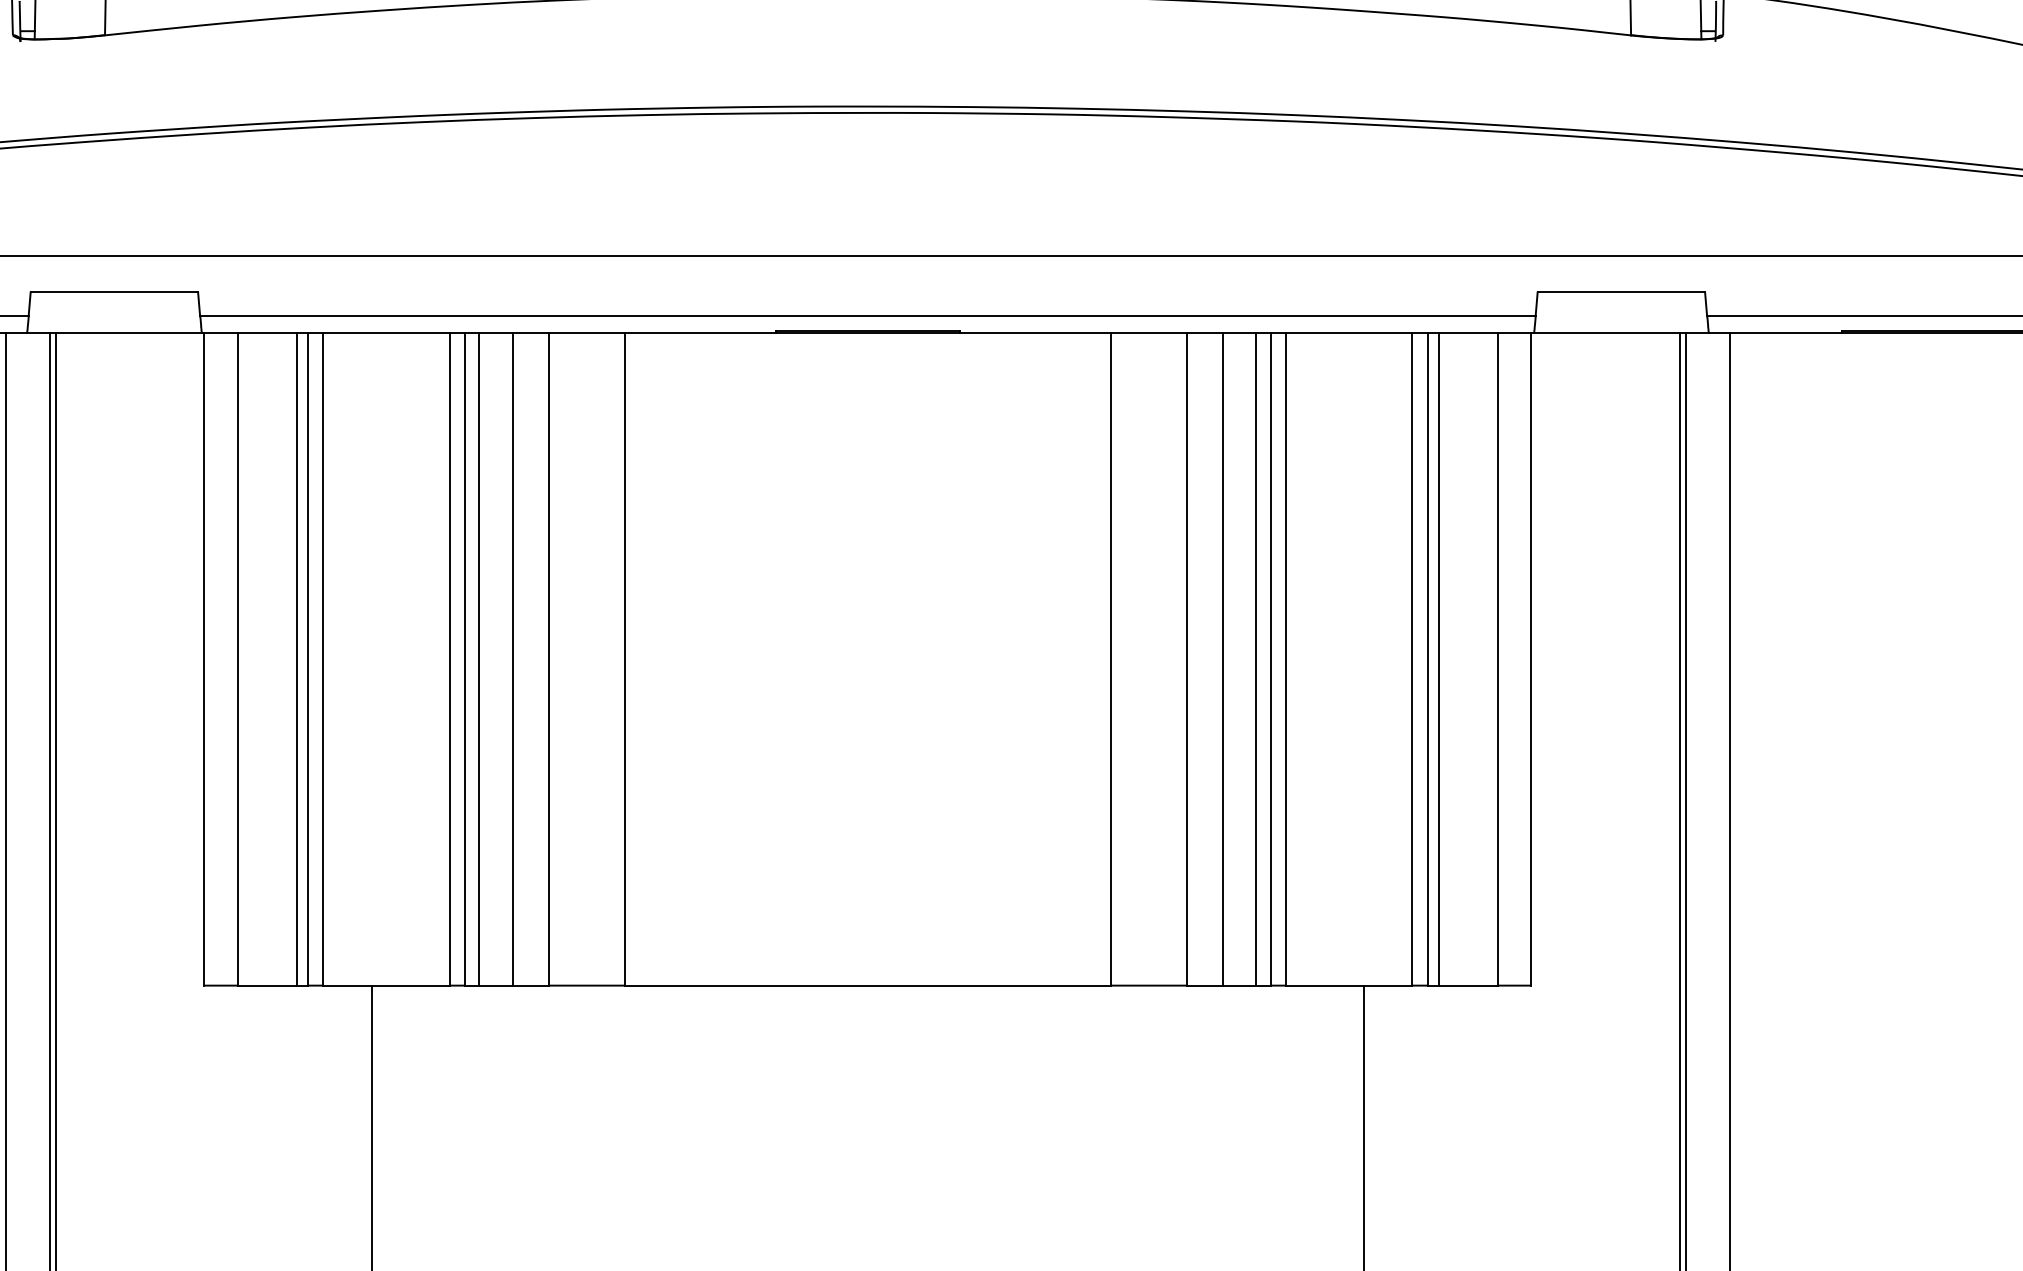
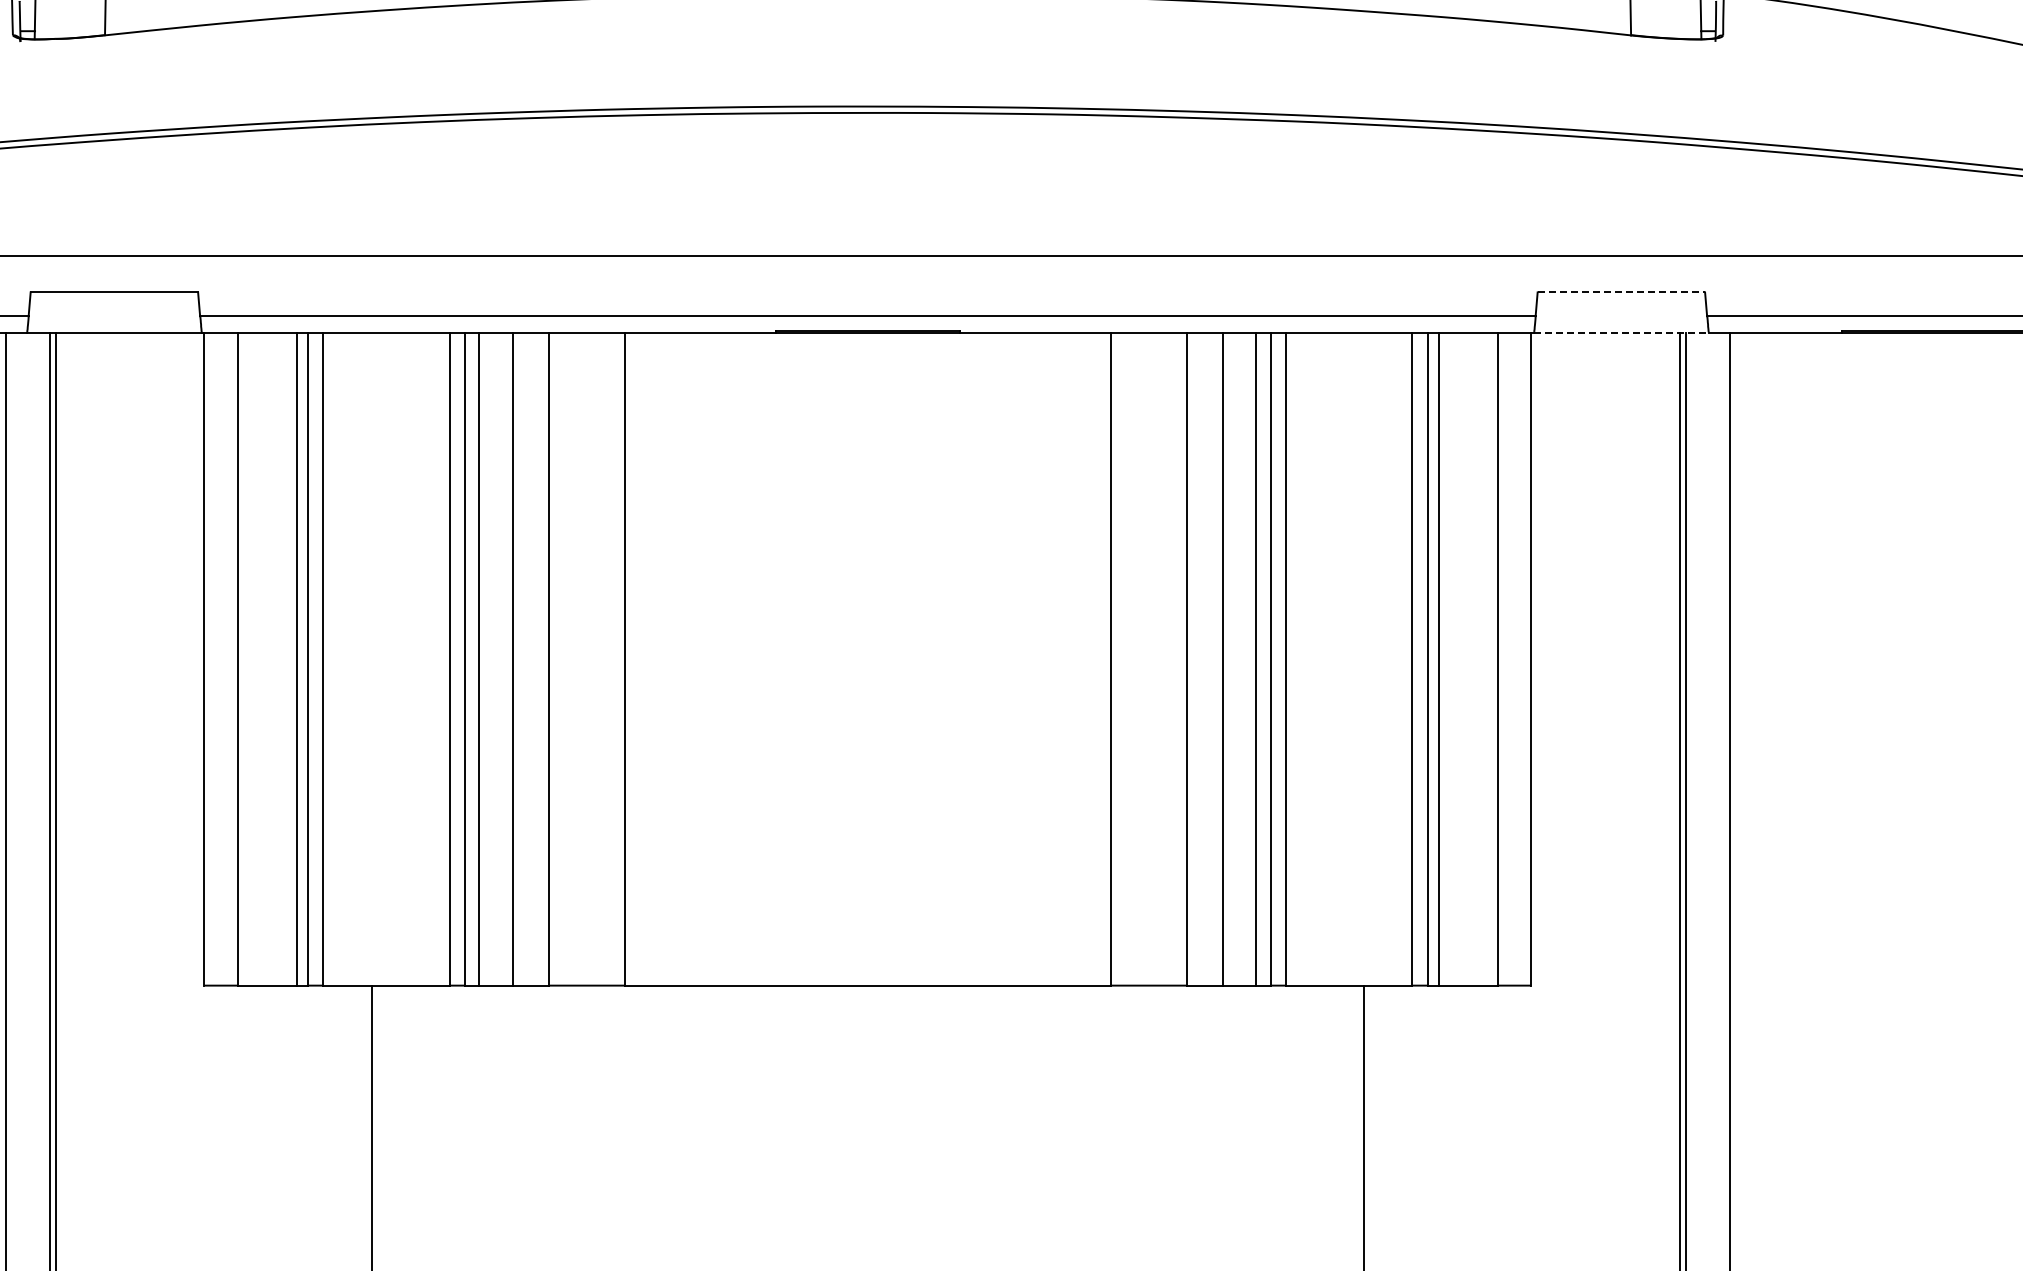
line at (1621, 292): solid -> dashed
line at (1622, 332): solid -> dashed
